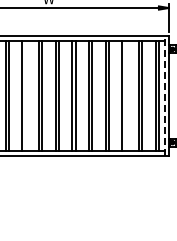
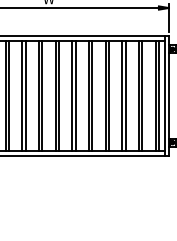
line at (25, 95): none -> present
line at (125, 95): none -> present
line at (164, 95): dashed -> solid
